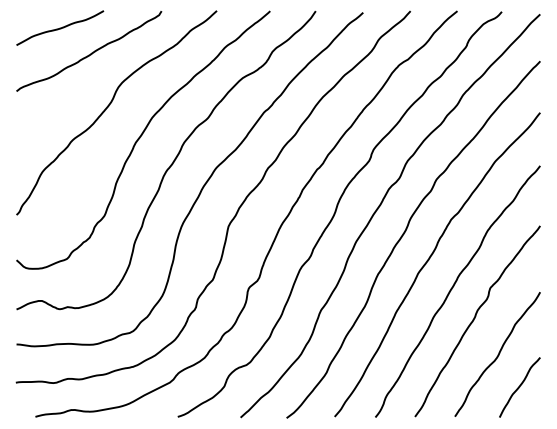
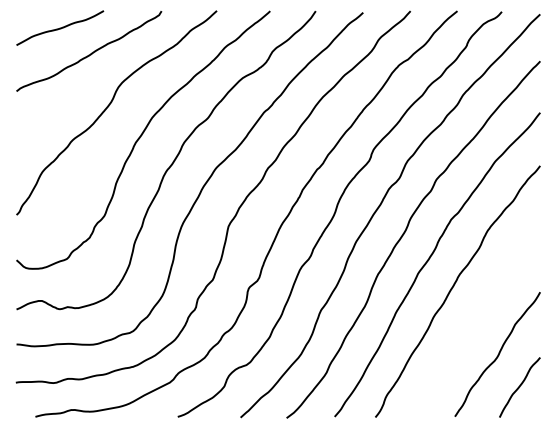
curve at (474, 320): present -> none
